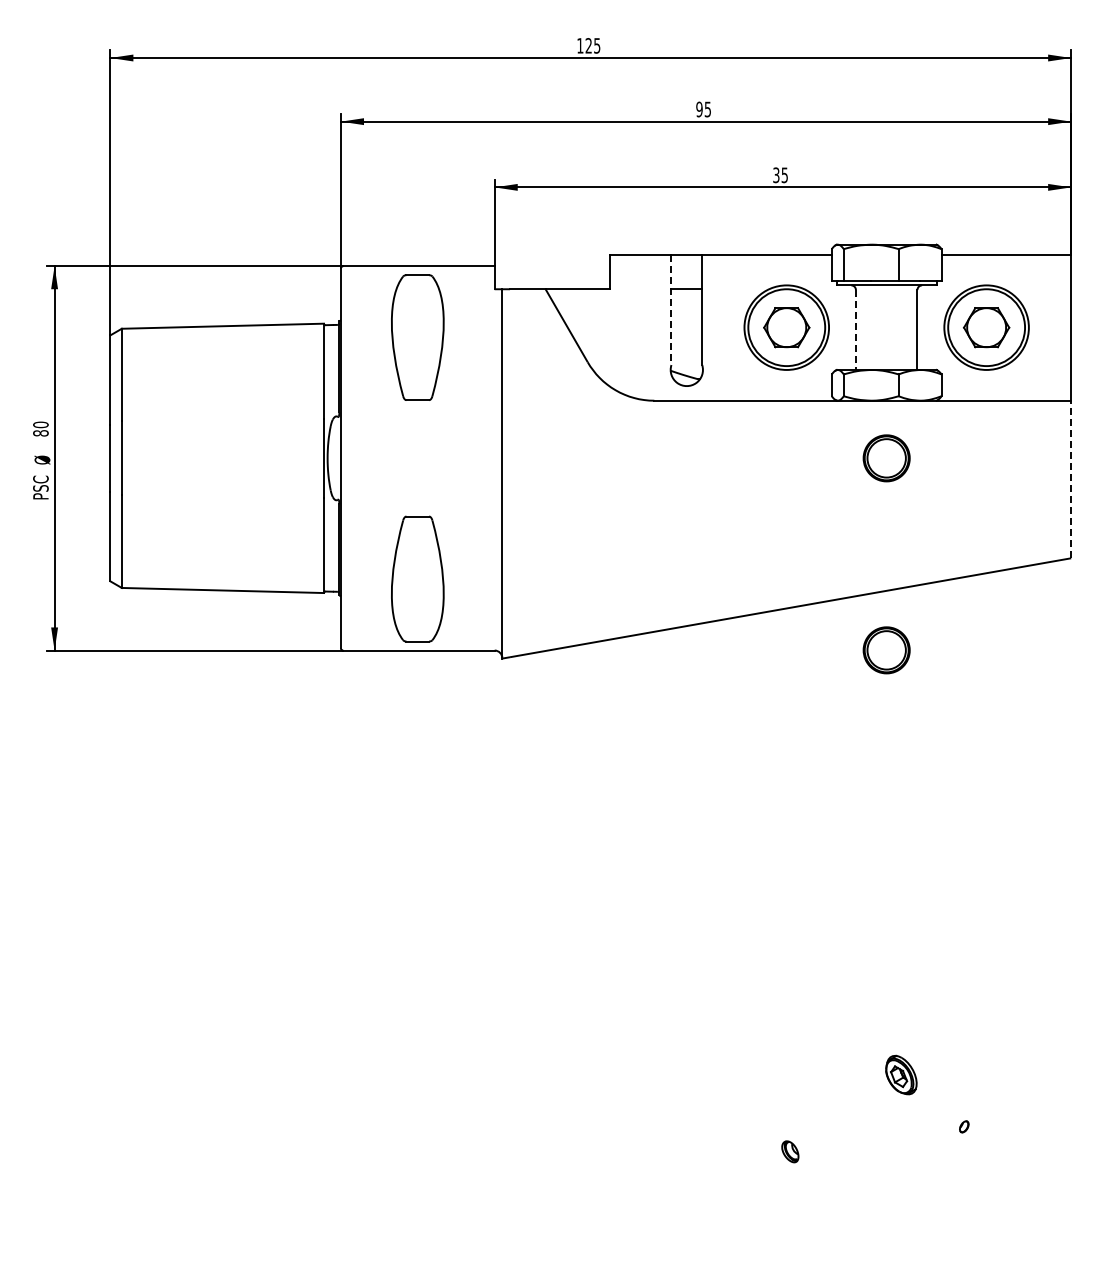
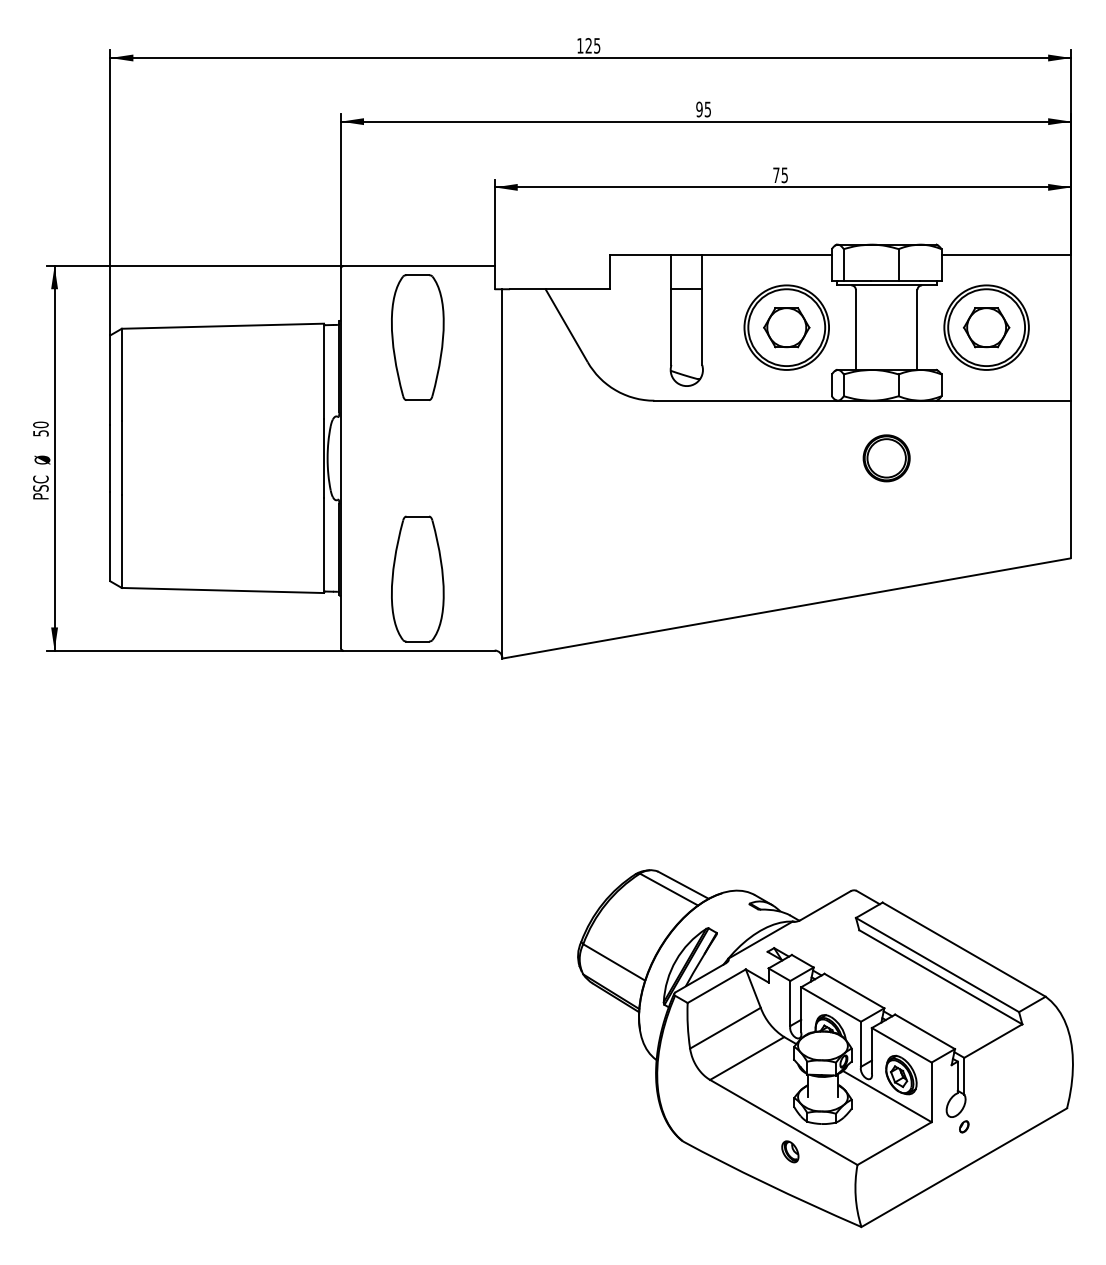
text at (776, 175): 35 -> 75
line at (671, 310): dashed -> solid
line at (855, 330): dashed -> solid
text at (40, 433): 80 -> 50
line at (1071, 479): dashed -> solid
part at (886, 650): present -> none
part at (825, 1048): none -> present
